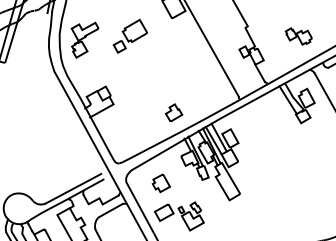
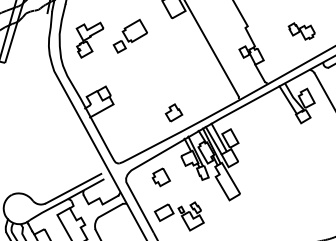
part at (298, 36) position: (298, 36) -> (301, 31)
part at (84, 39) position: (84, 39) -> (89, 39)
part at (160, 183) position: (160, 183) -> (160, 177)
